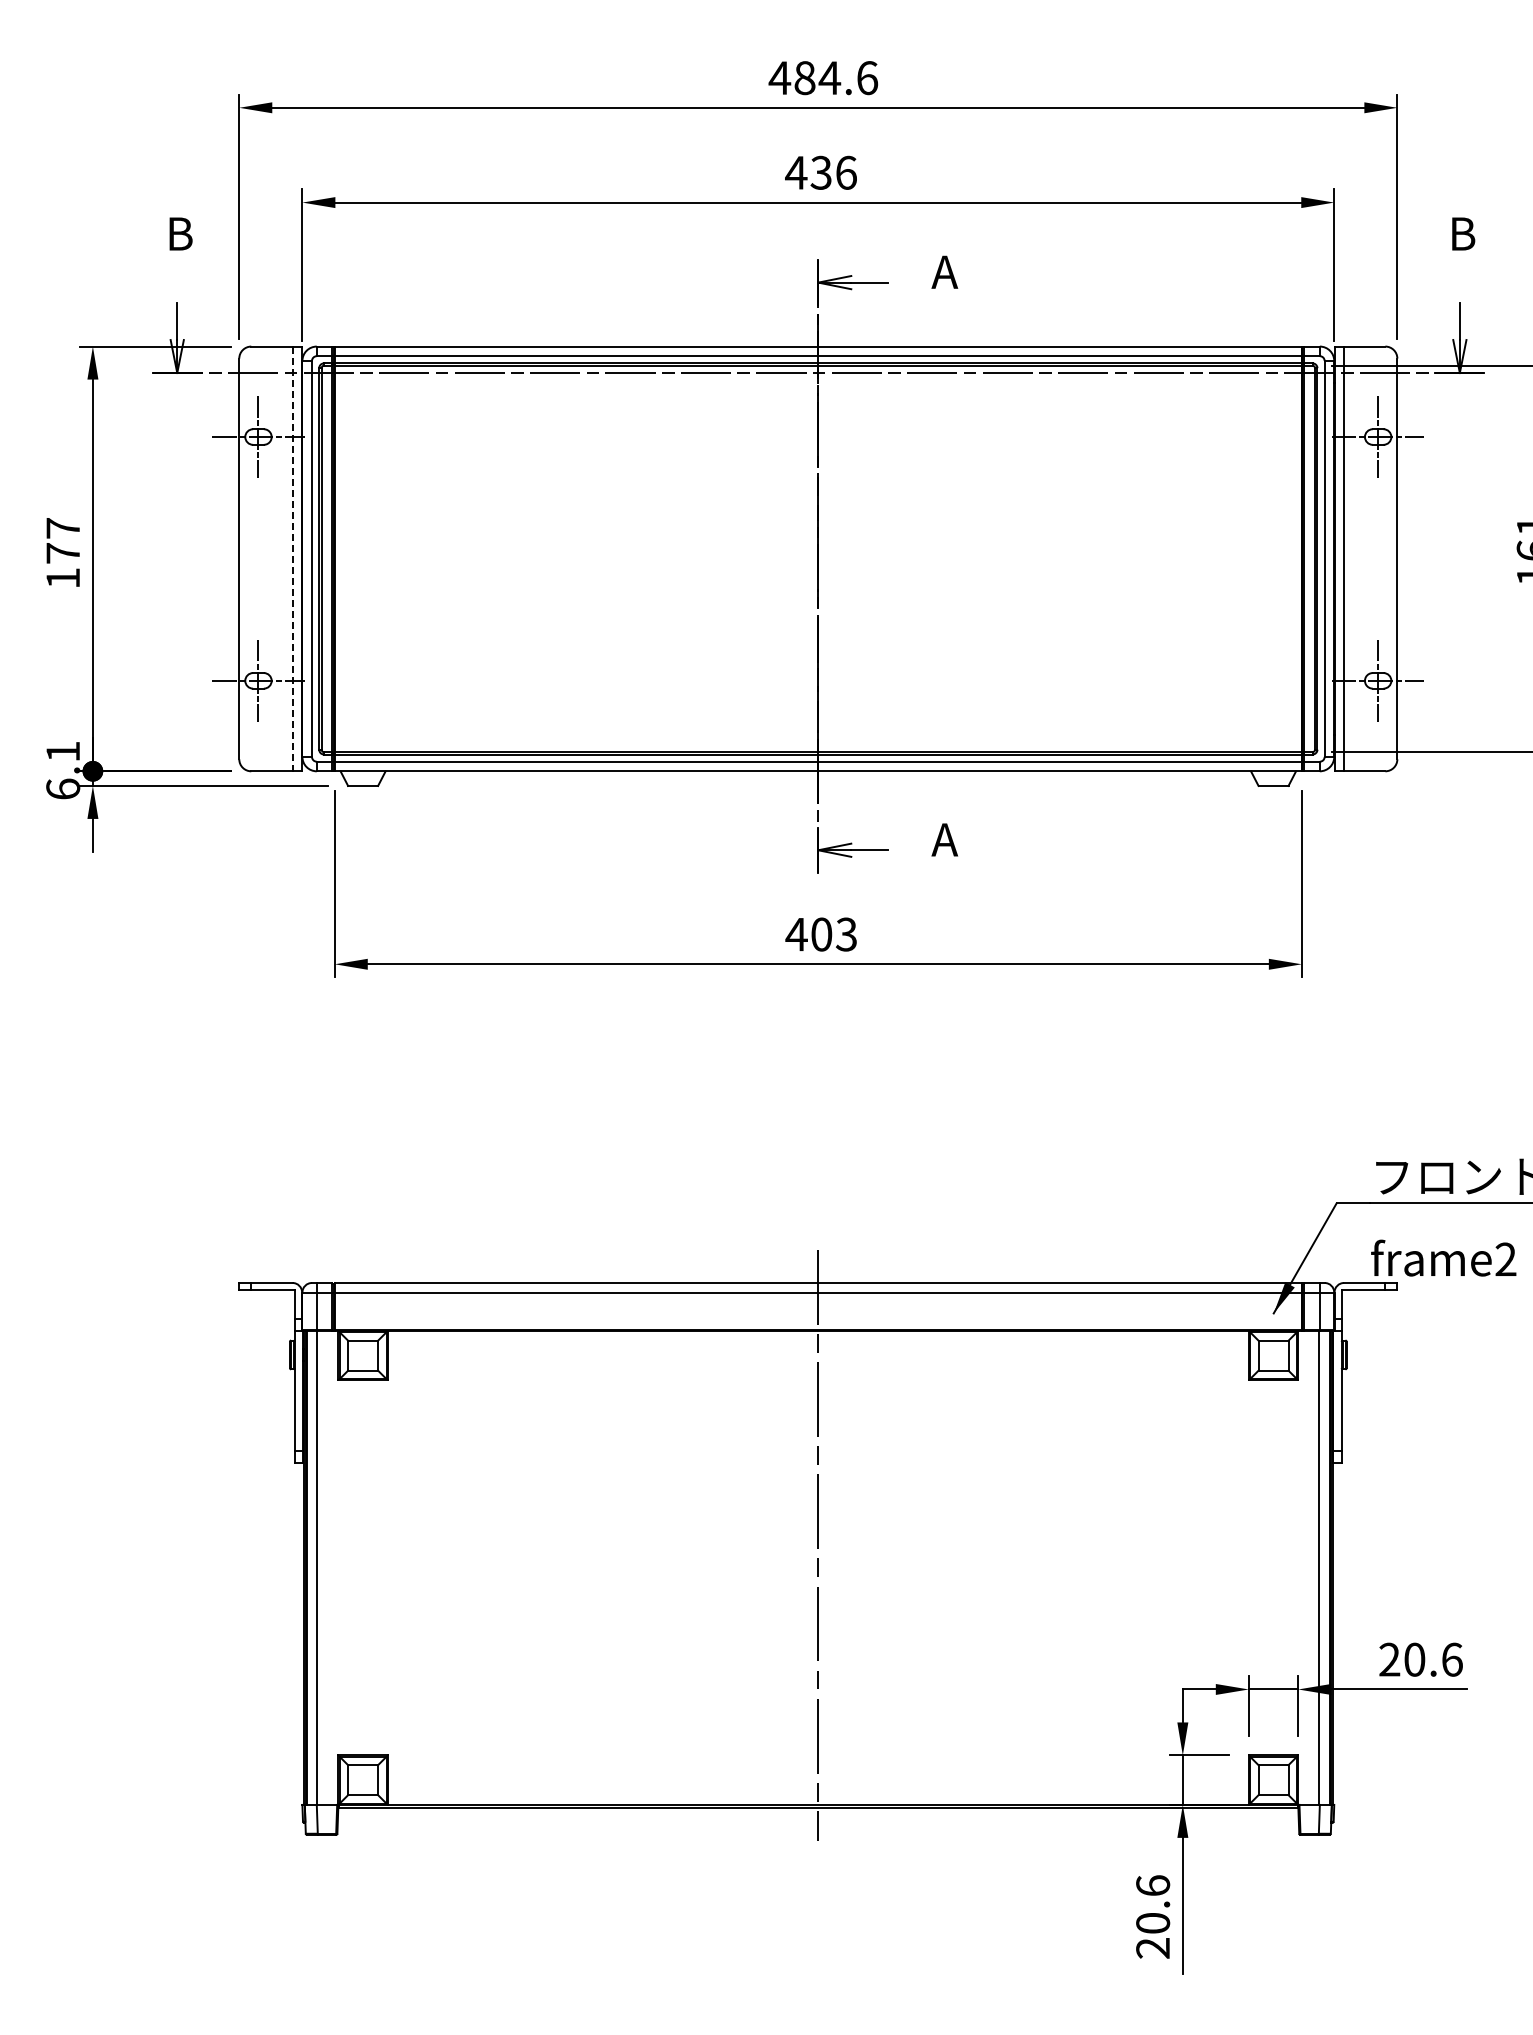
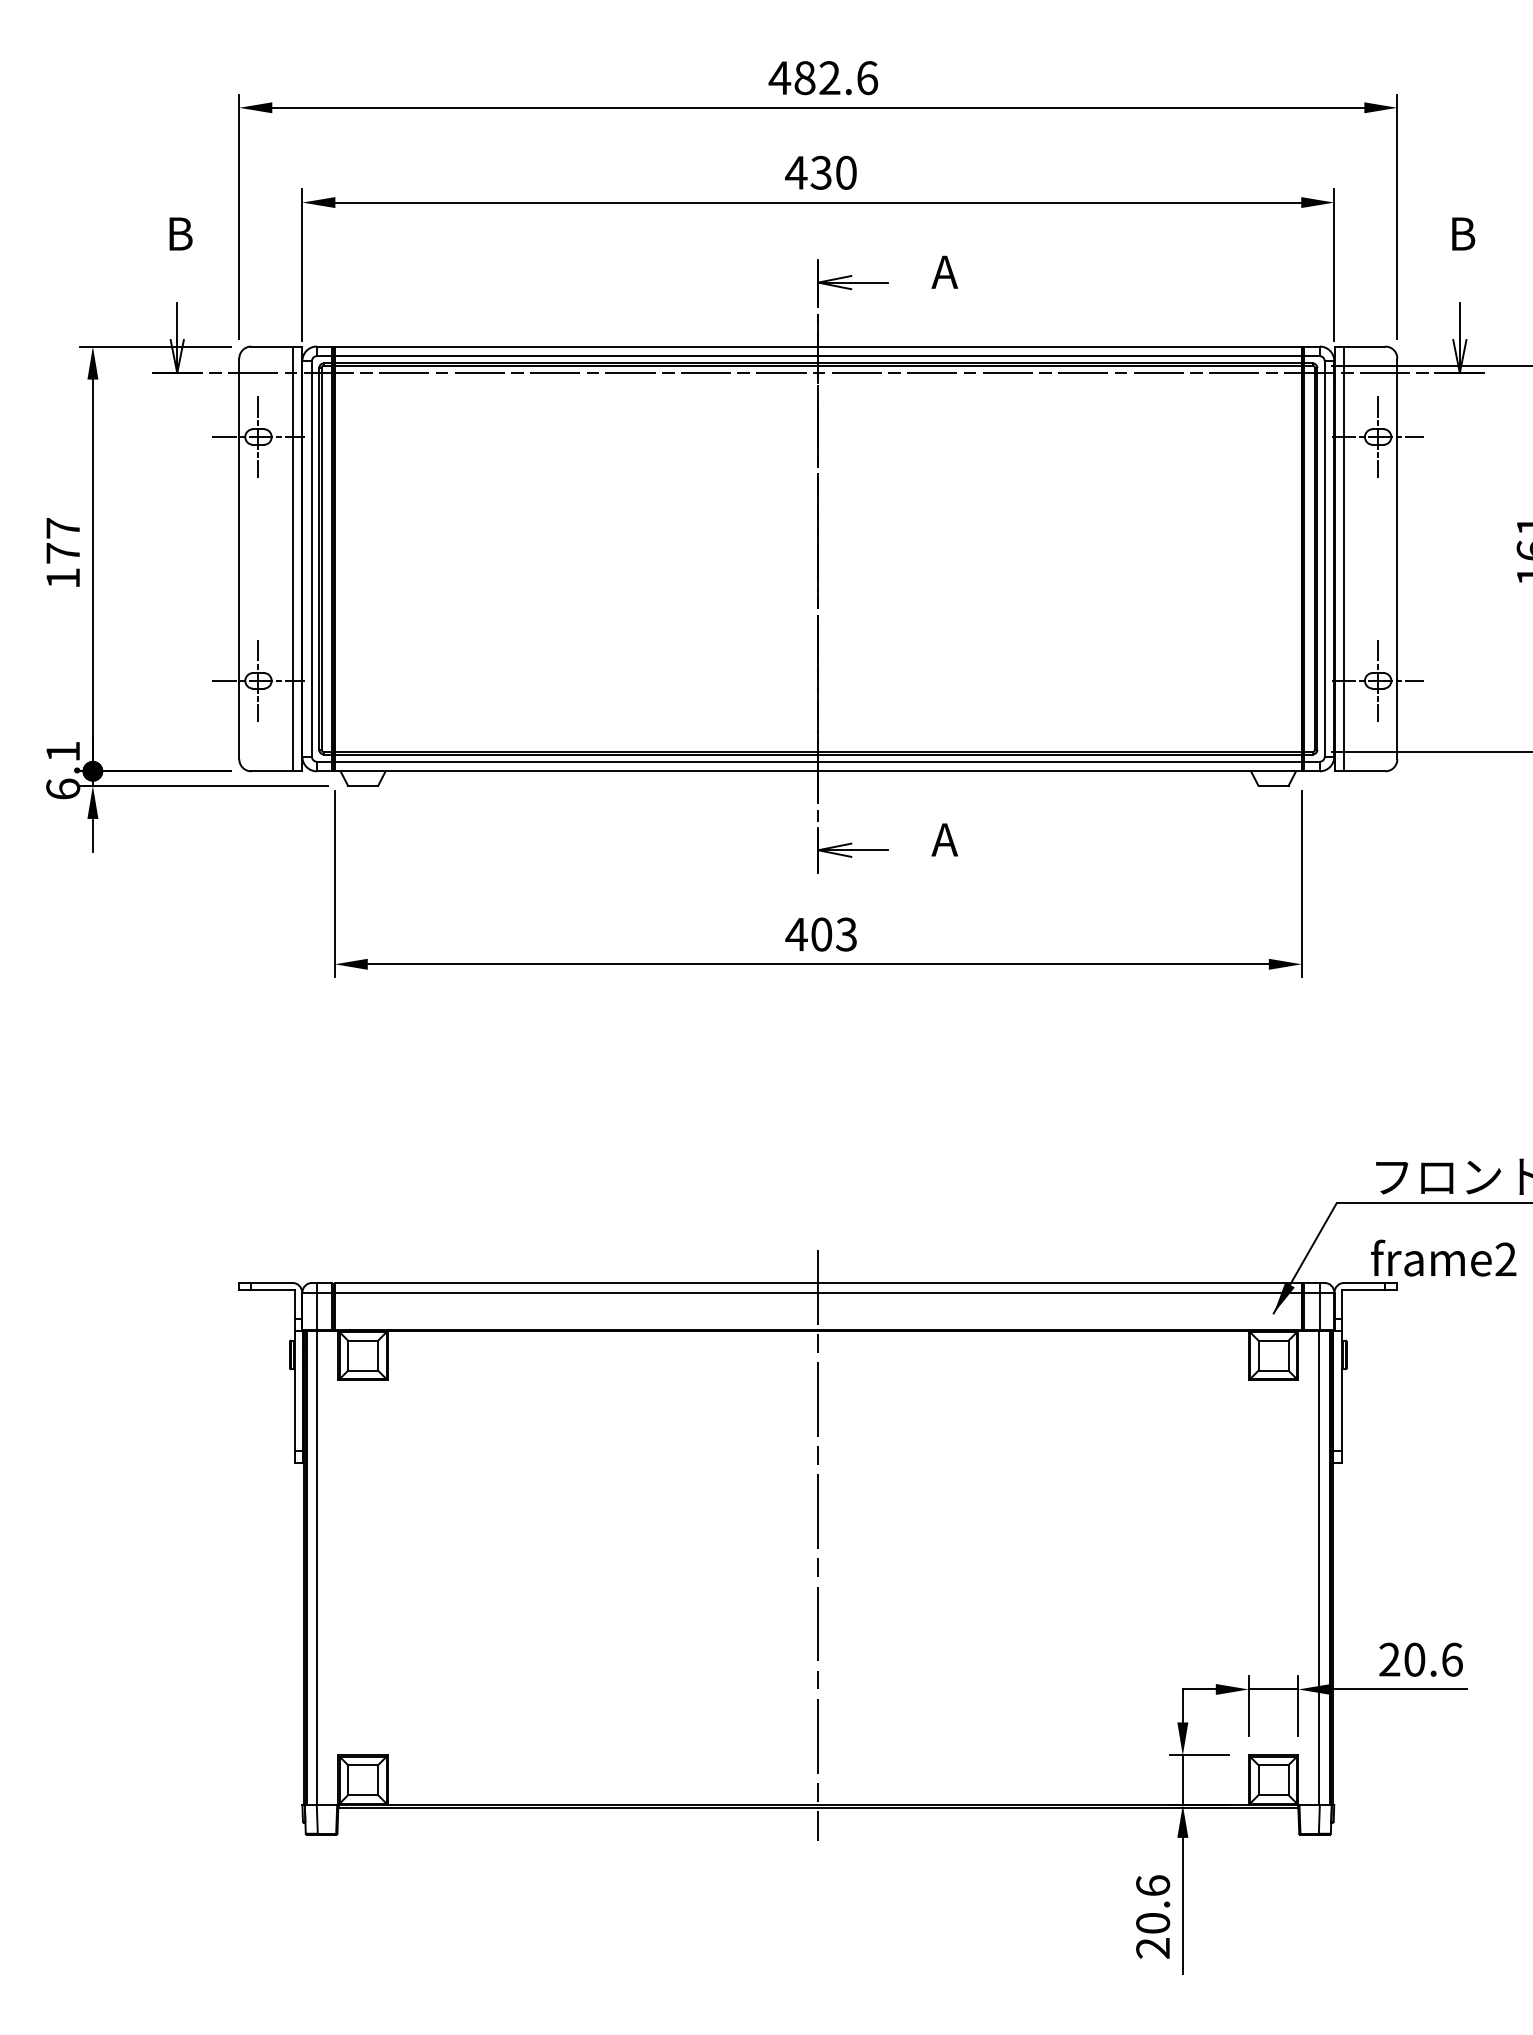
text at (829, 77): 484.6 -> 482.6
text at (846, 172): 436 -> 430
line at (292, 559): dashed -> solid
